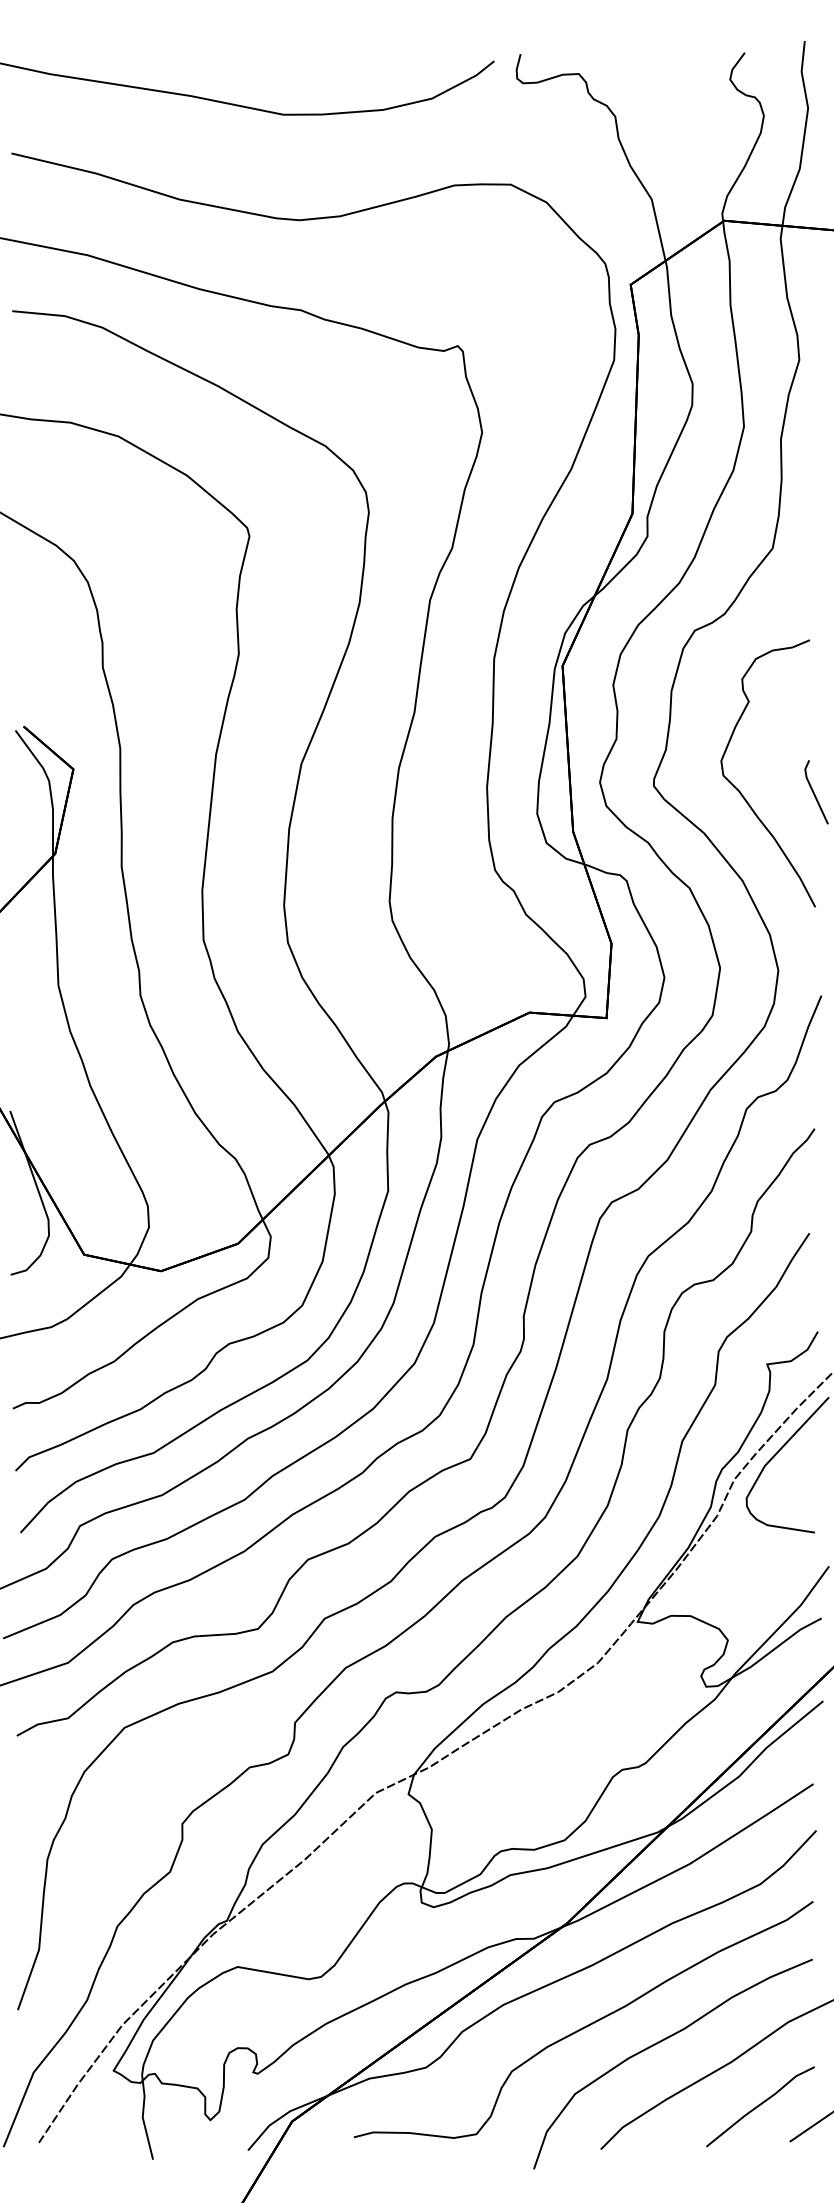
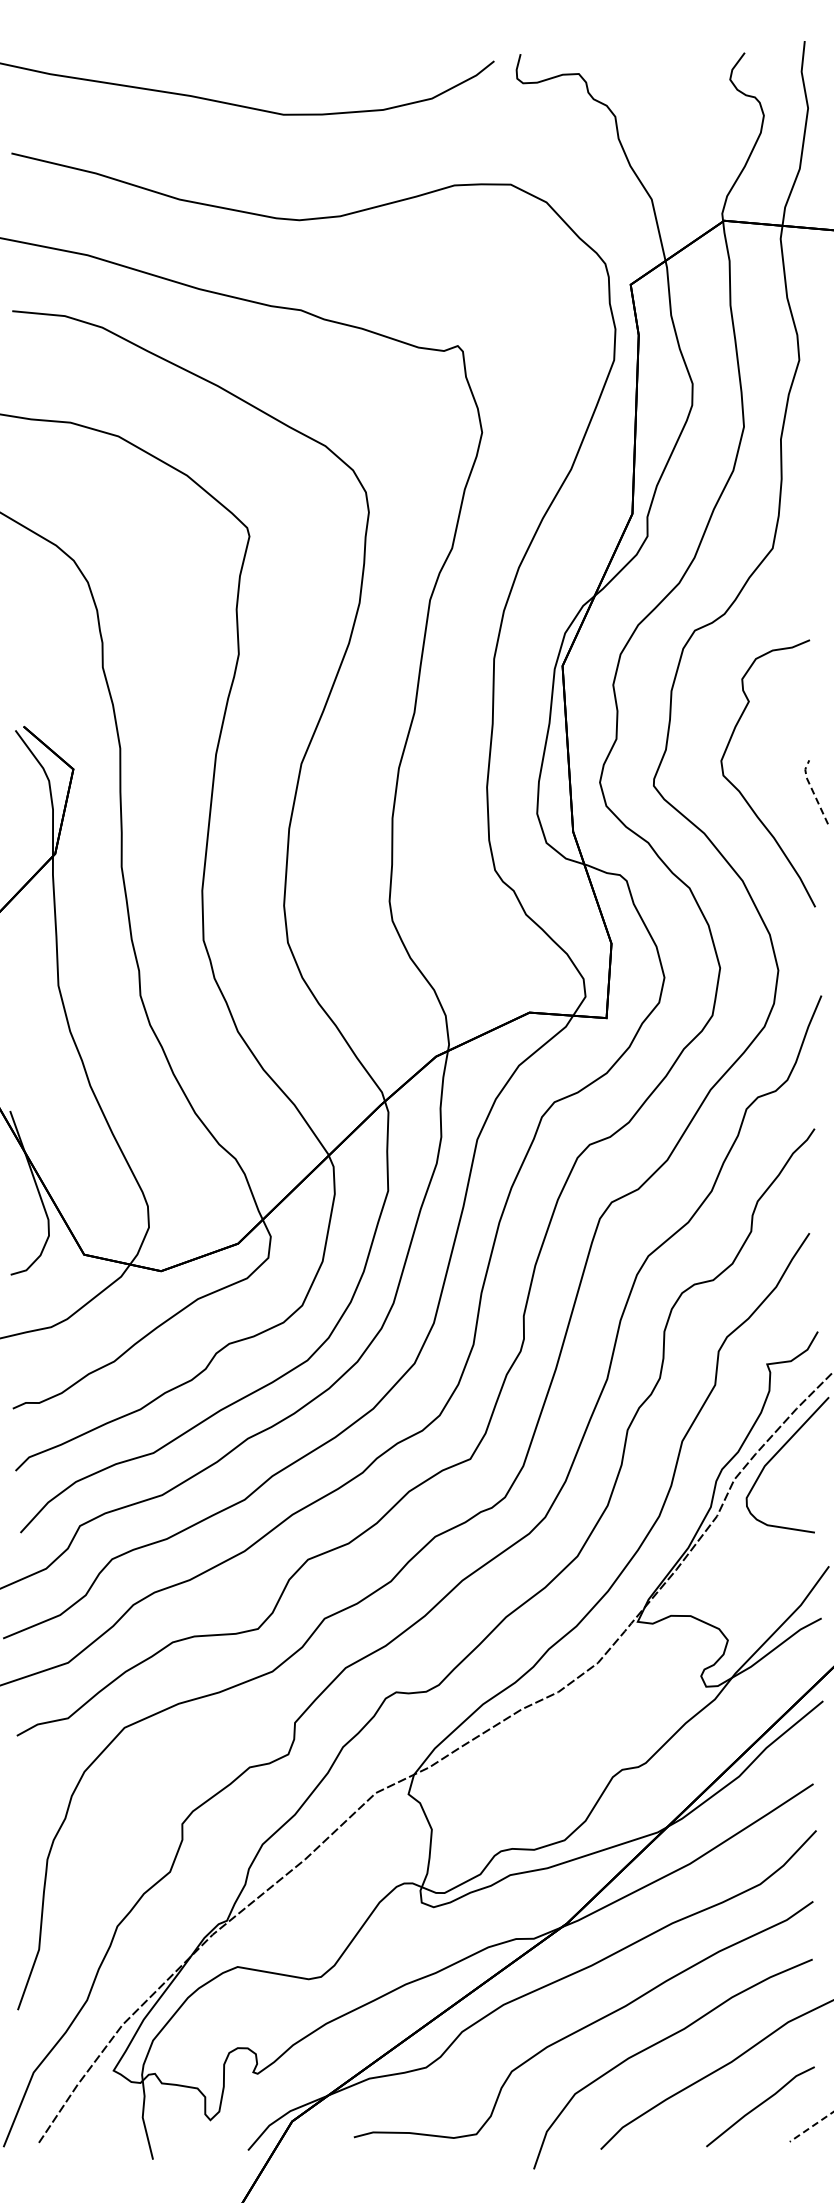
line at (812, 791): solid -> dashed
line at (811, 2126): solid -> dashed
